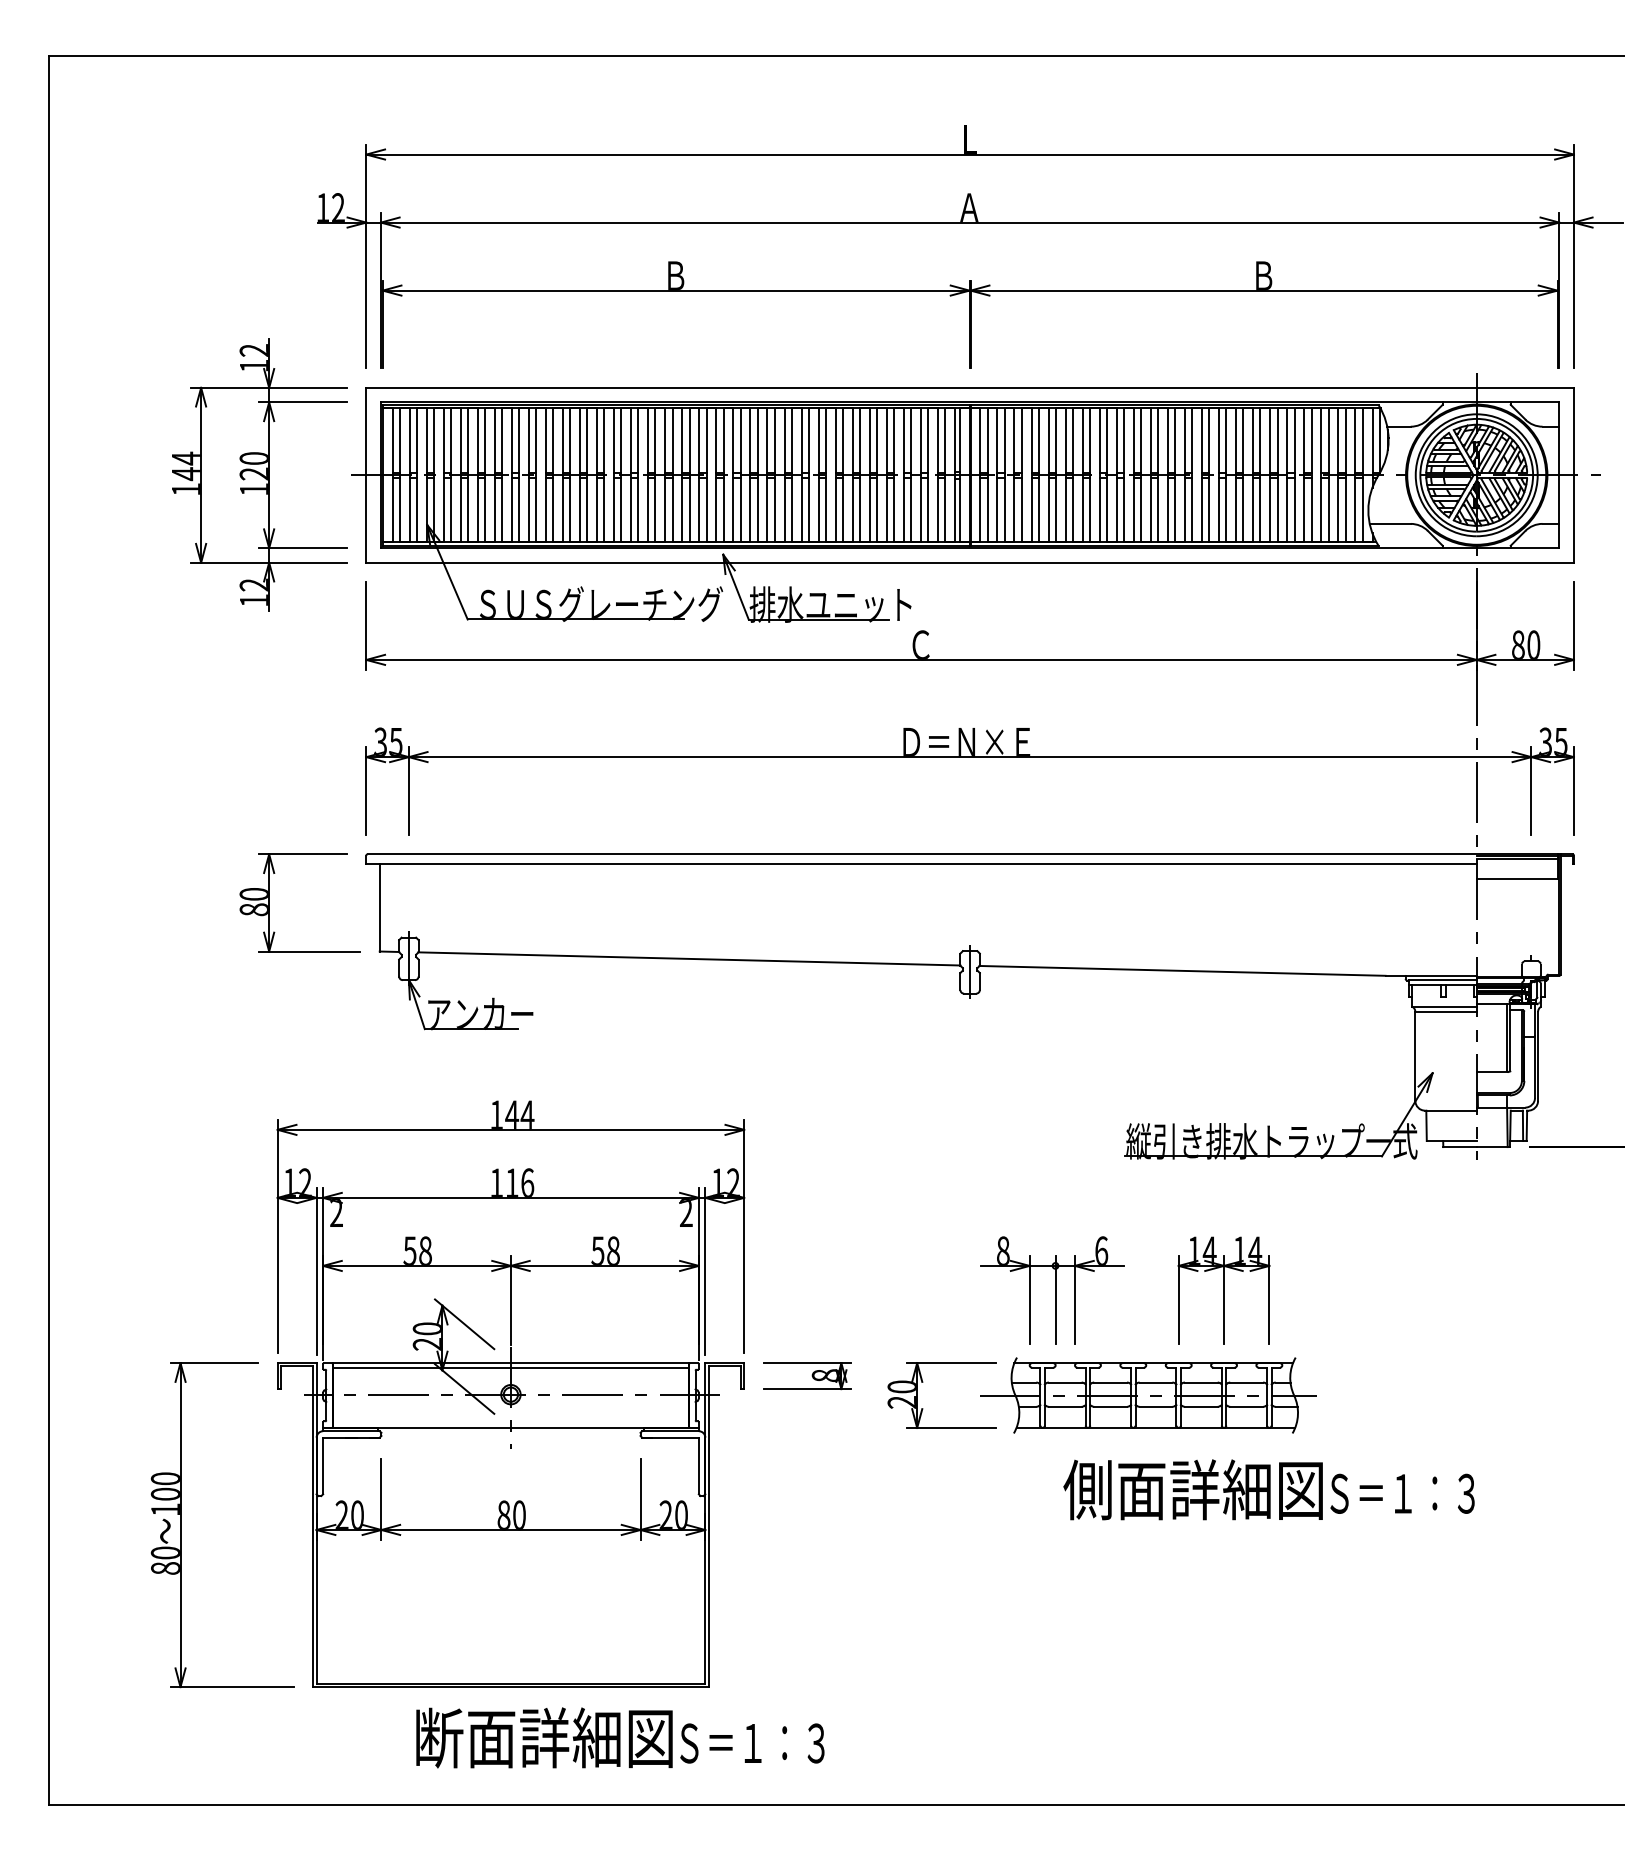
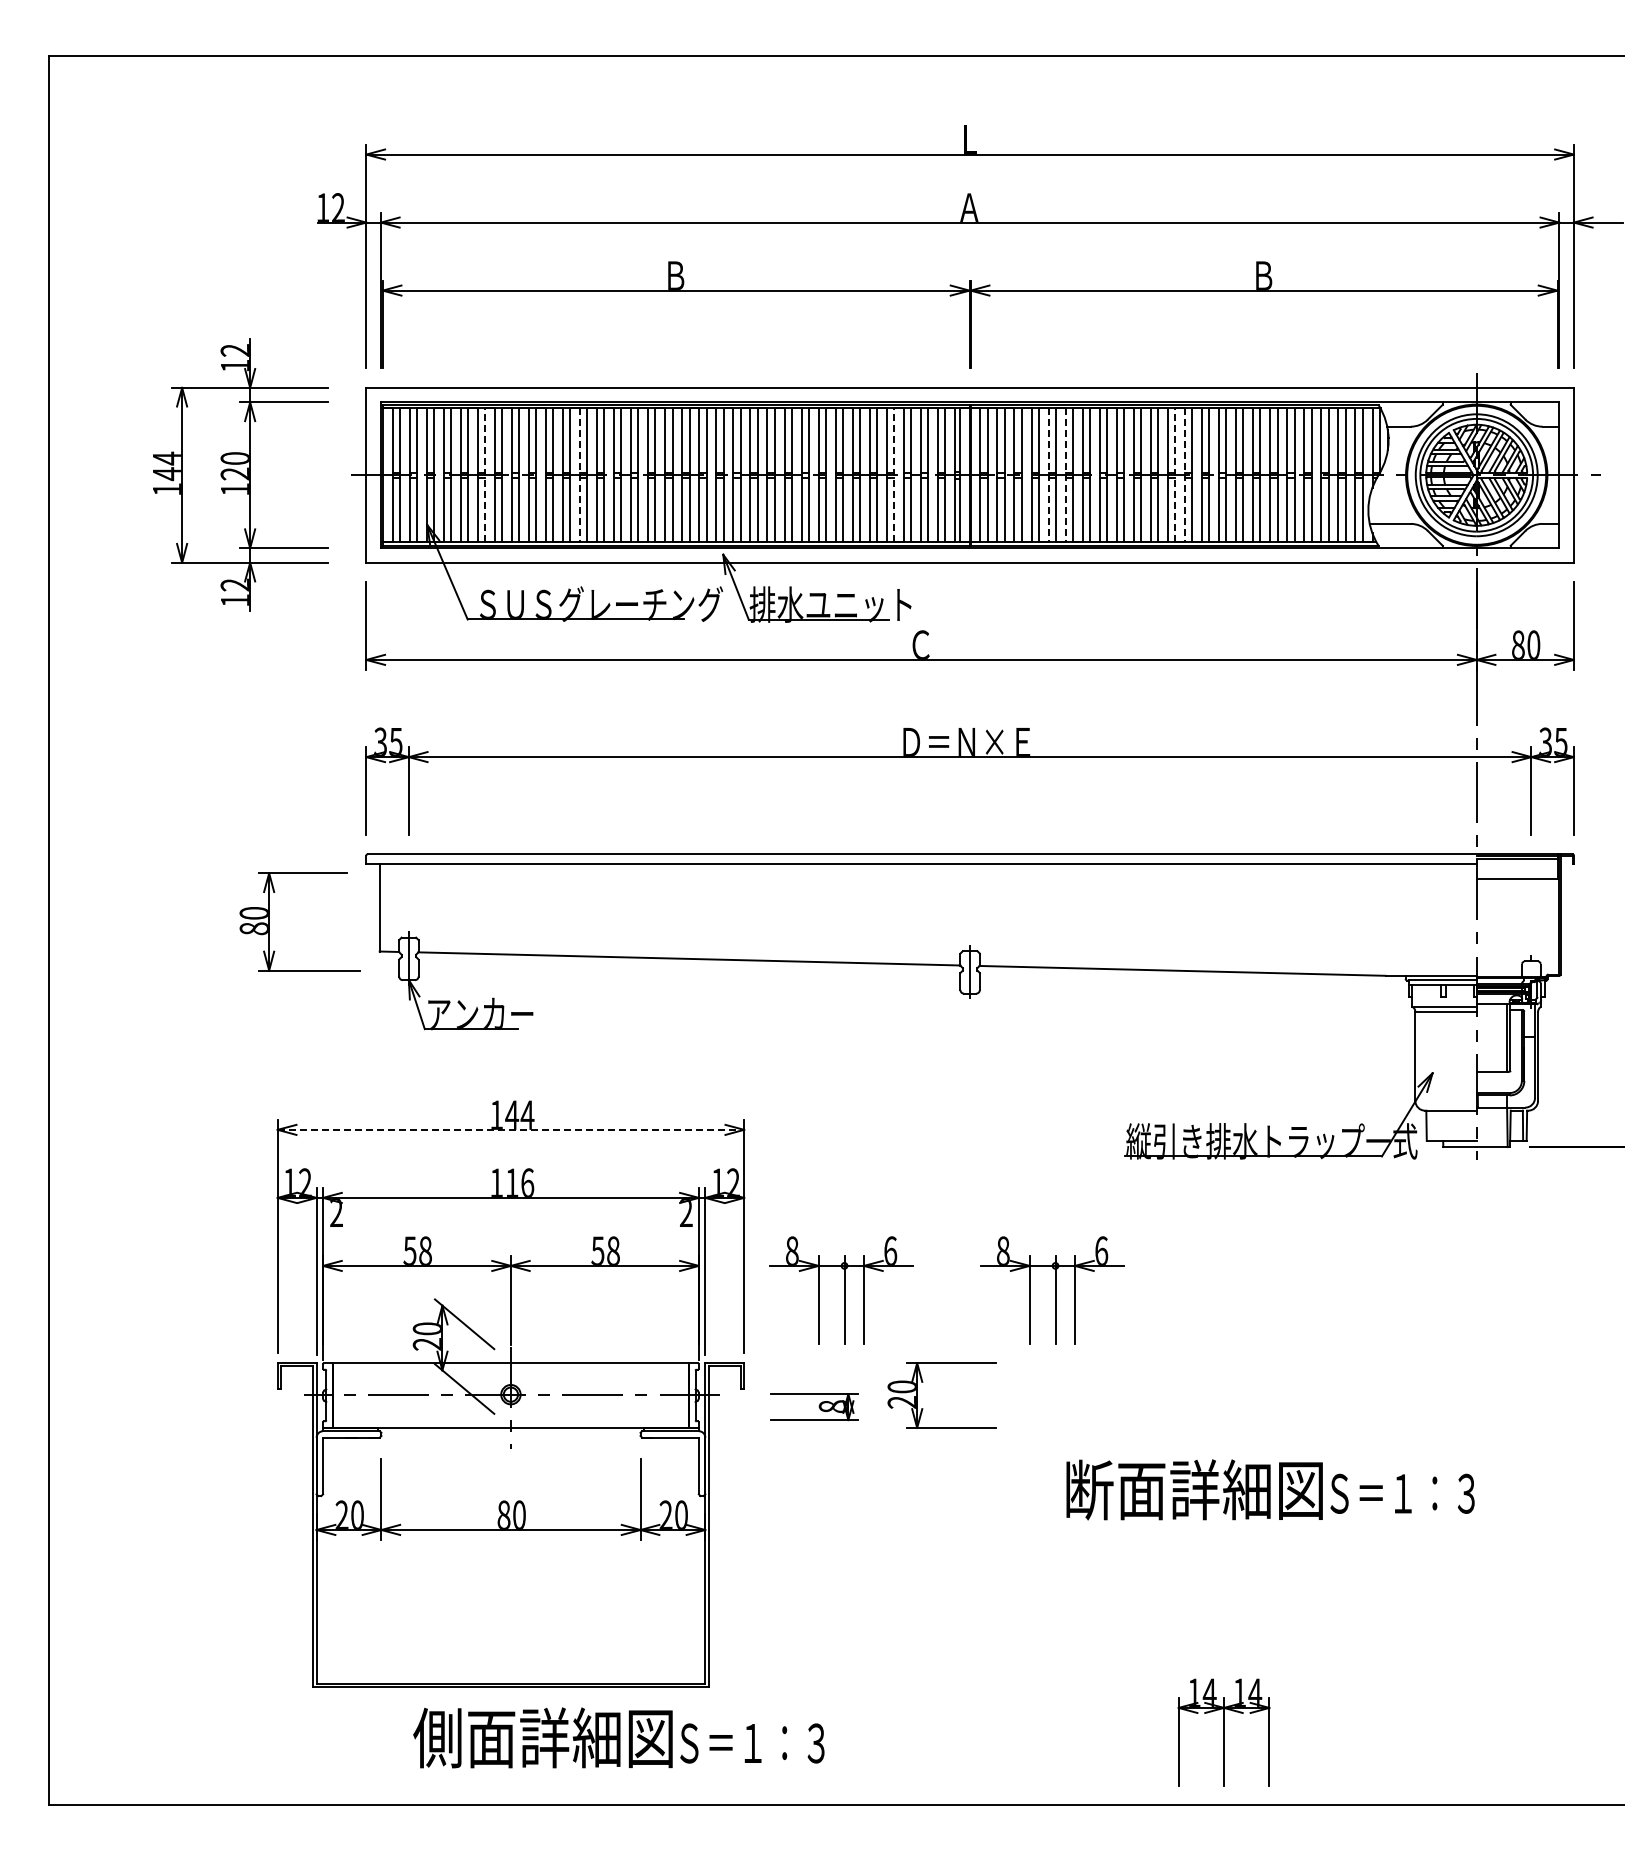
part at (259, 474) position: (259, 474) -> (240, 474)
line at (484, 475): solid -> dashed
line at (579, 475): solid -> dashed
line at (894, 475): solid -> dashed
line at (1048, 475): solid -> dashed
line at (1065, 475): solid -> dashed
line at (1175, 475): solid -> dashed
line at (1184, 475): solid -> dashed
part at (269, 902) position: (269, 902) -> (269, 921)
line at (511, 1129): solid -> dashed
part at (841, 1290): none -> present
part at (1223, 1290) position: (1223, 1290) -> (1223, 1732)
line at (510, 1367): present -> none
part at (807, 1376) position: (807, 1376) -> (814, 1407)
part at (1148, 1395): present -> none
text at (1088, 1489): 側面詳細図 -> 断面詳細図
part at (181, 1525): present -> none
text at (438, 1737): 断面詳細図 -> 側面詳細図
